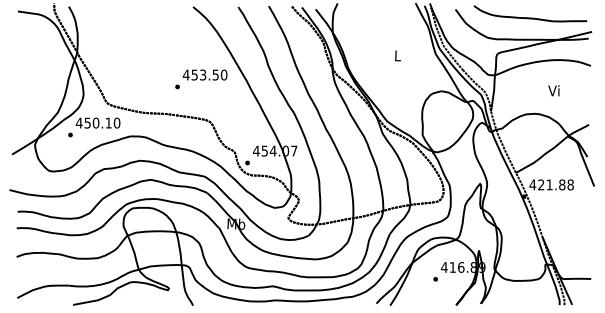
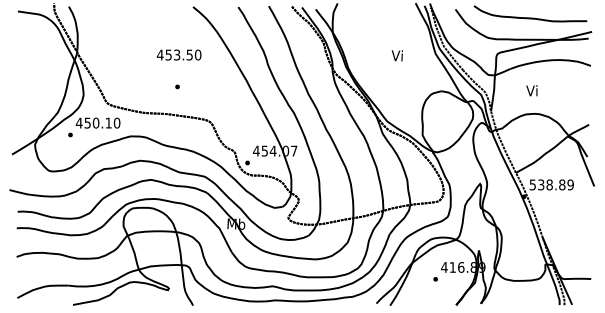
text at (396, 55): L -> Vi
text at (204, 74) position: (204, 74) -> (178, 54)
text at (553, 90) position: (553, 90) -> (531, 90)
text at (551, 184): 421.88 -> 538.89
